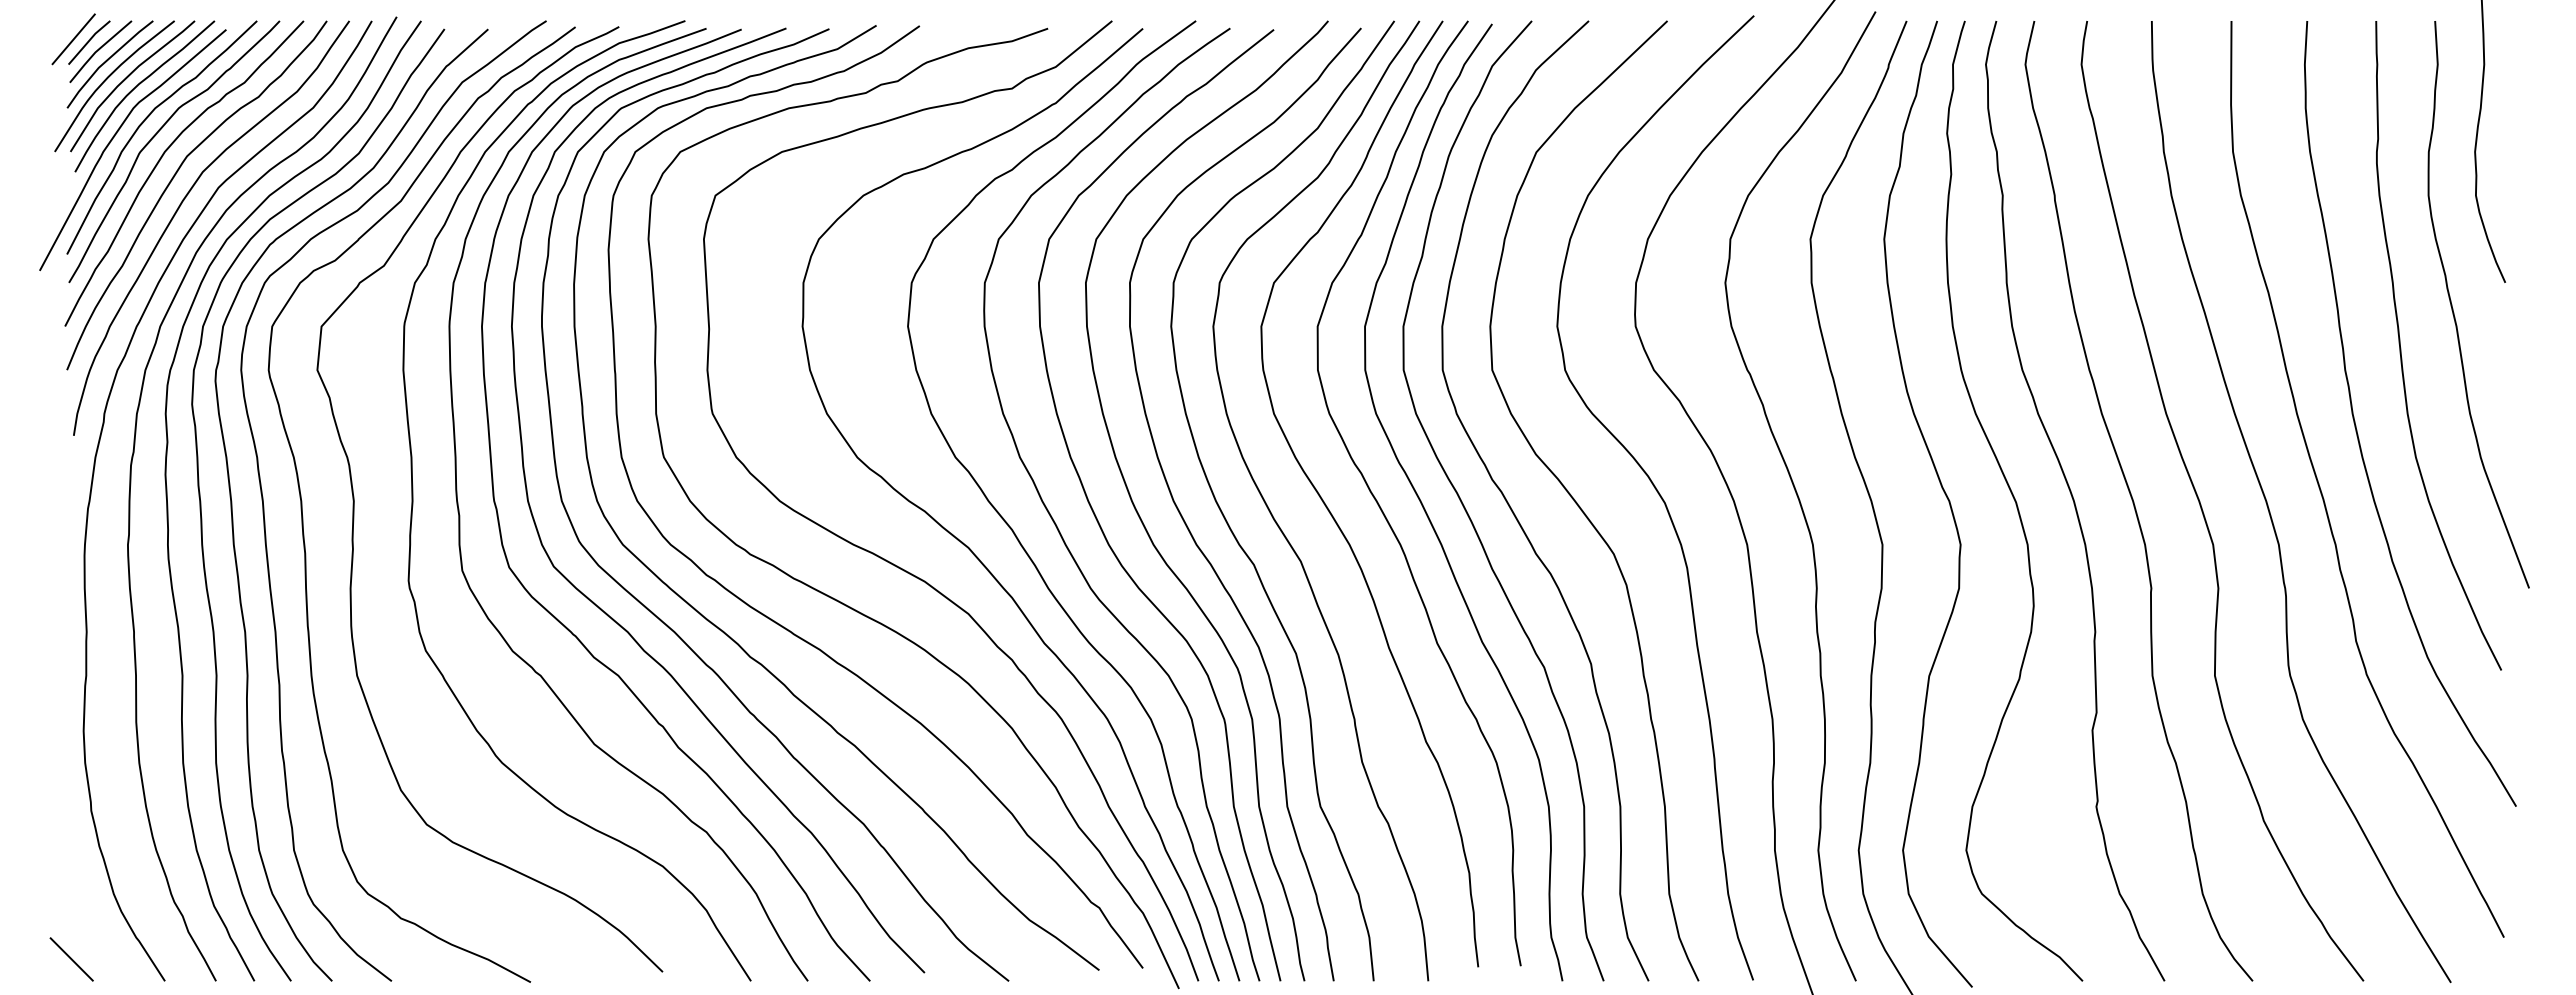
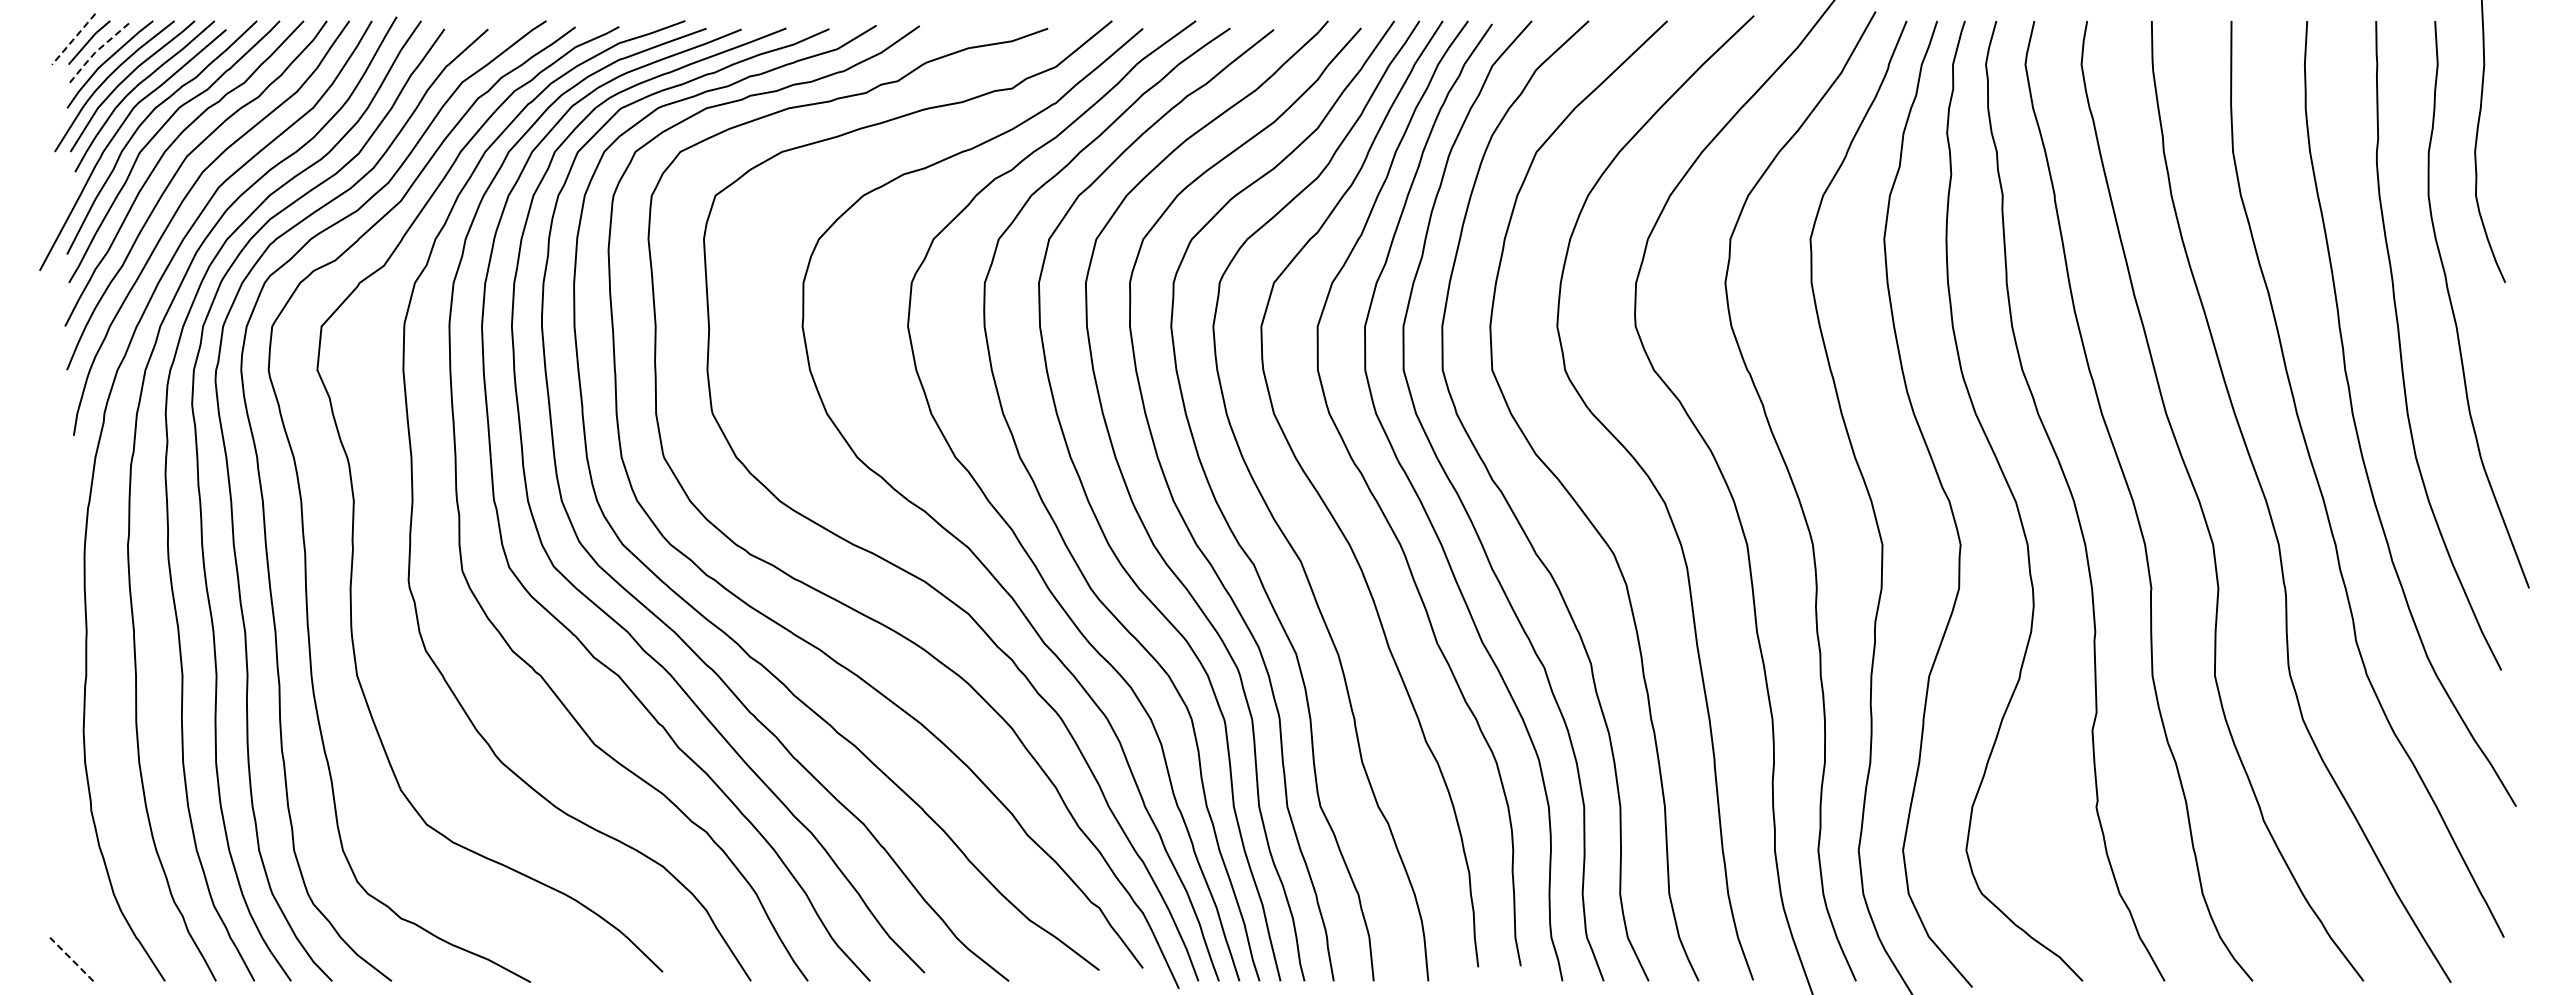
line at (73, 39): solid -> dashed
line at (97, 50): solid -> dashed
line at (71, 959): solid -> dashed
